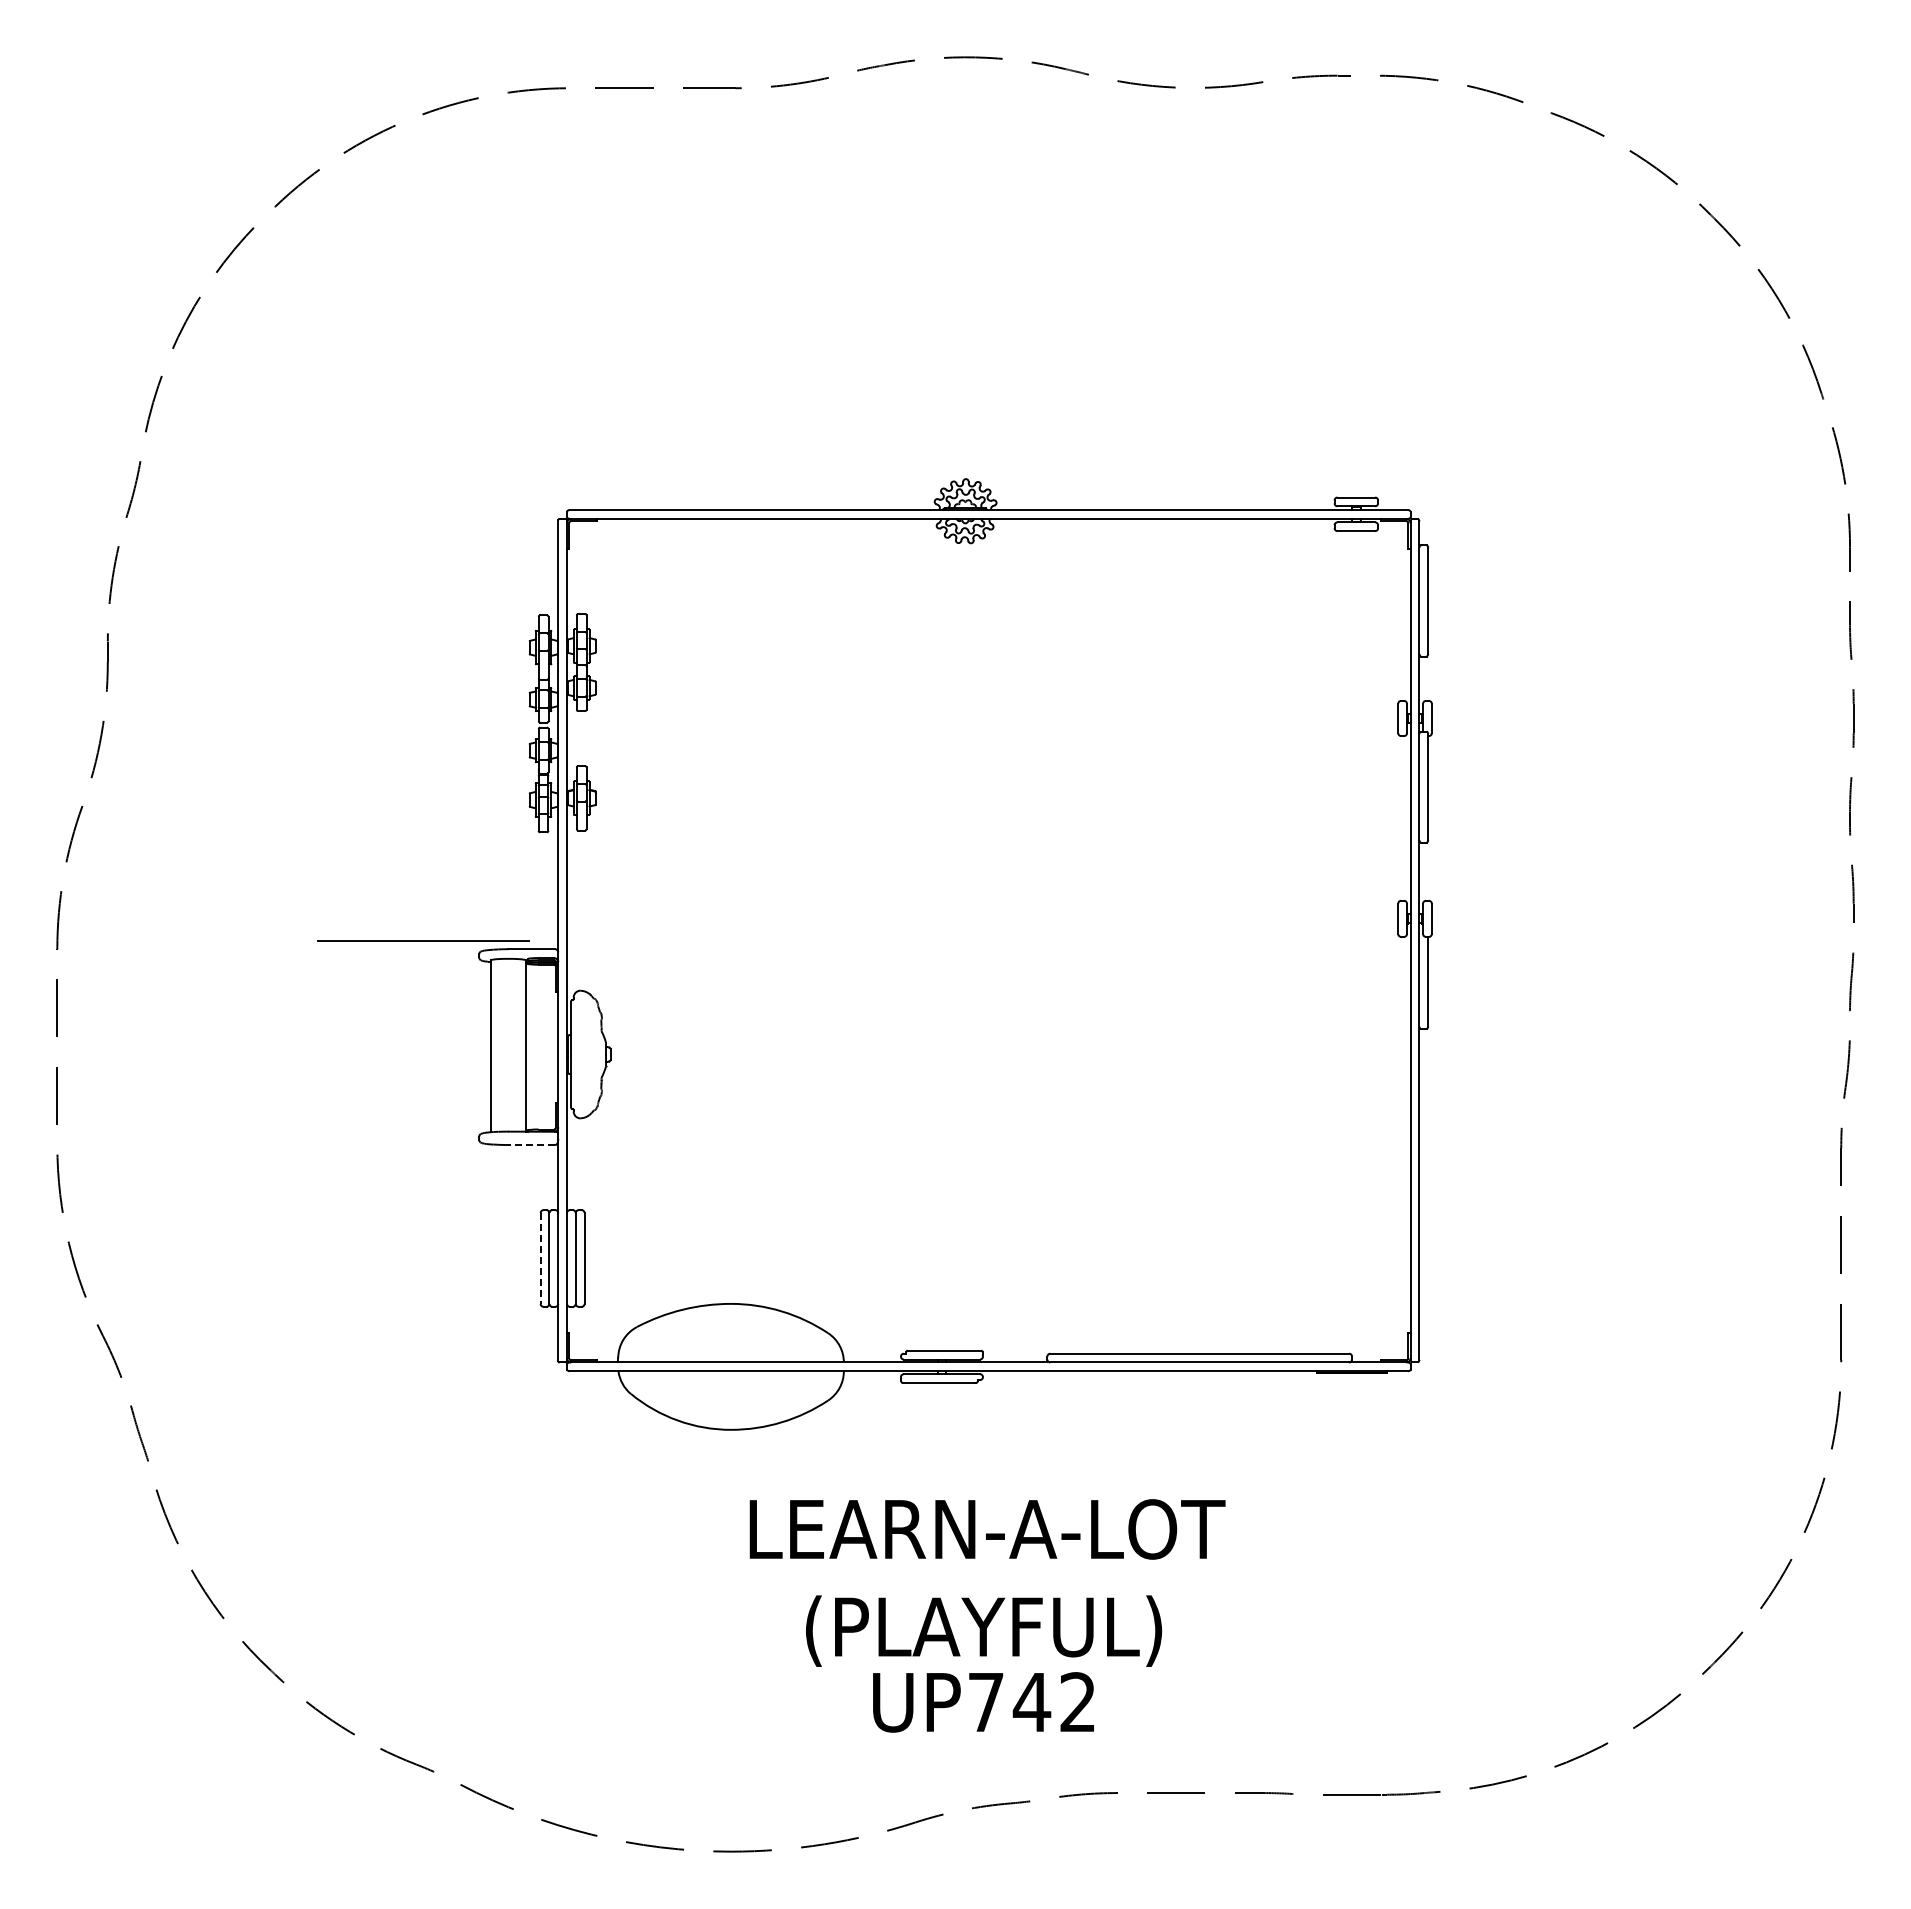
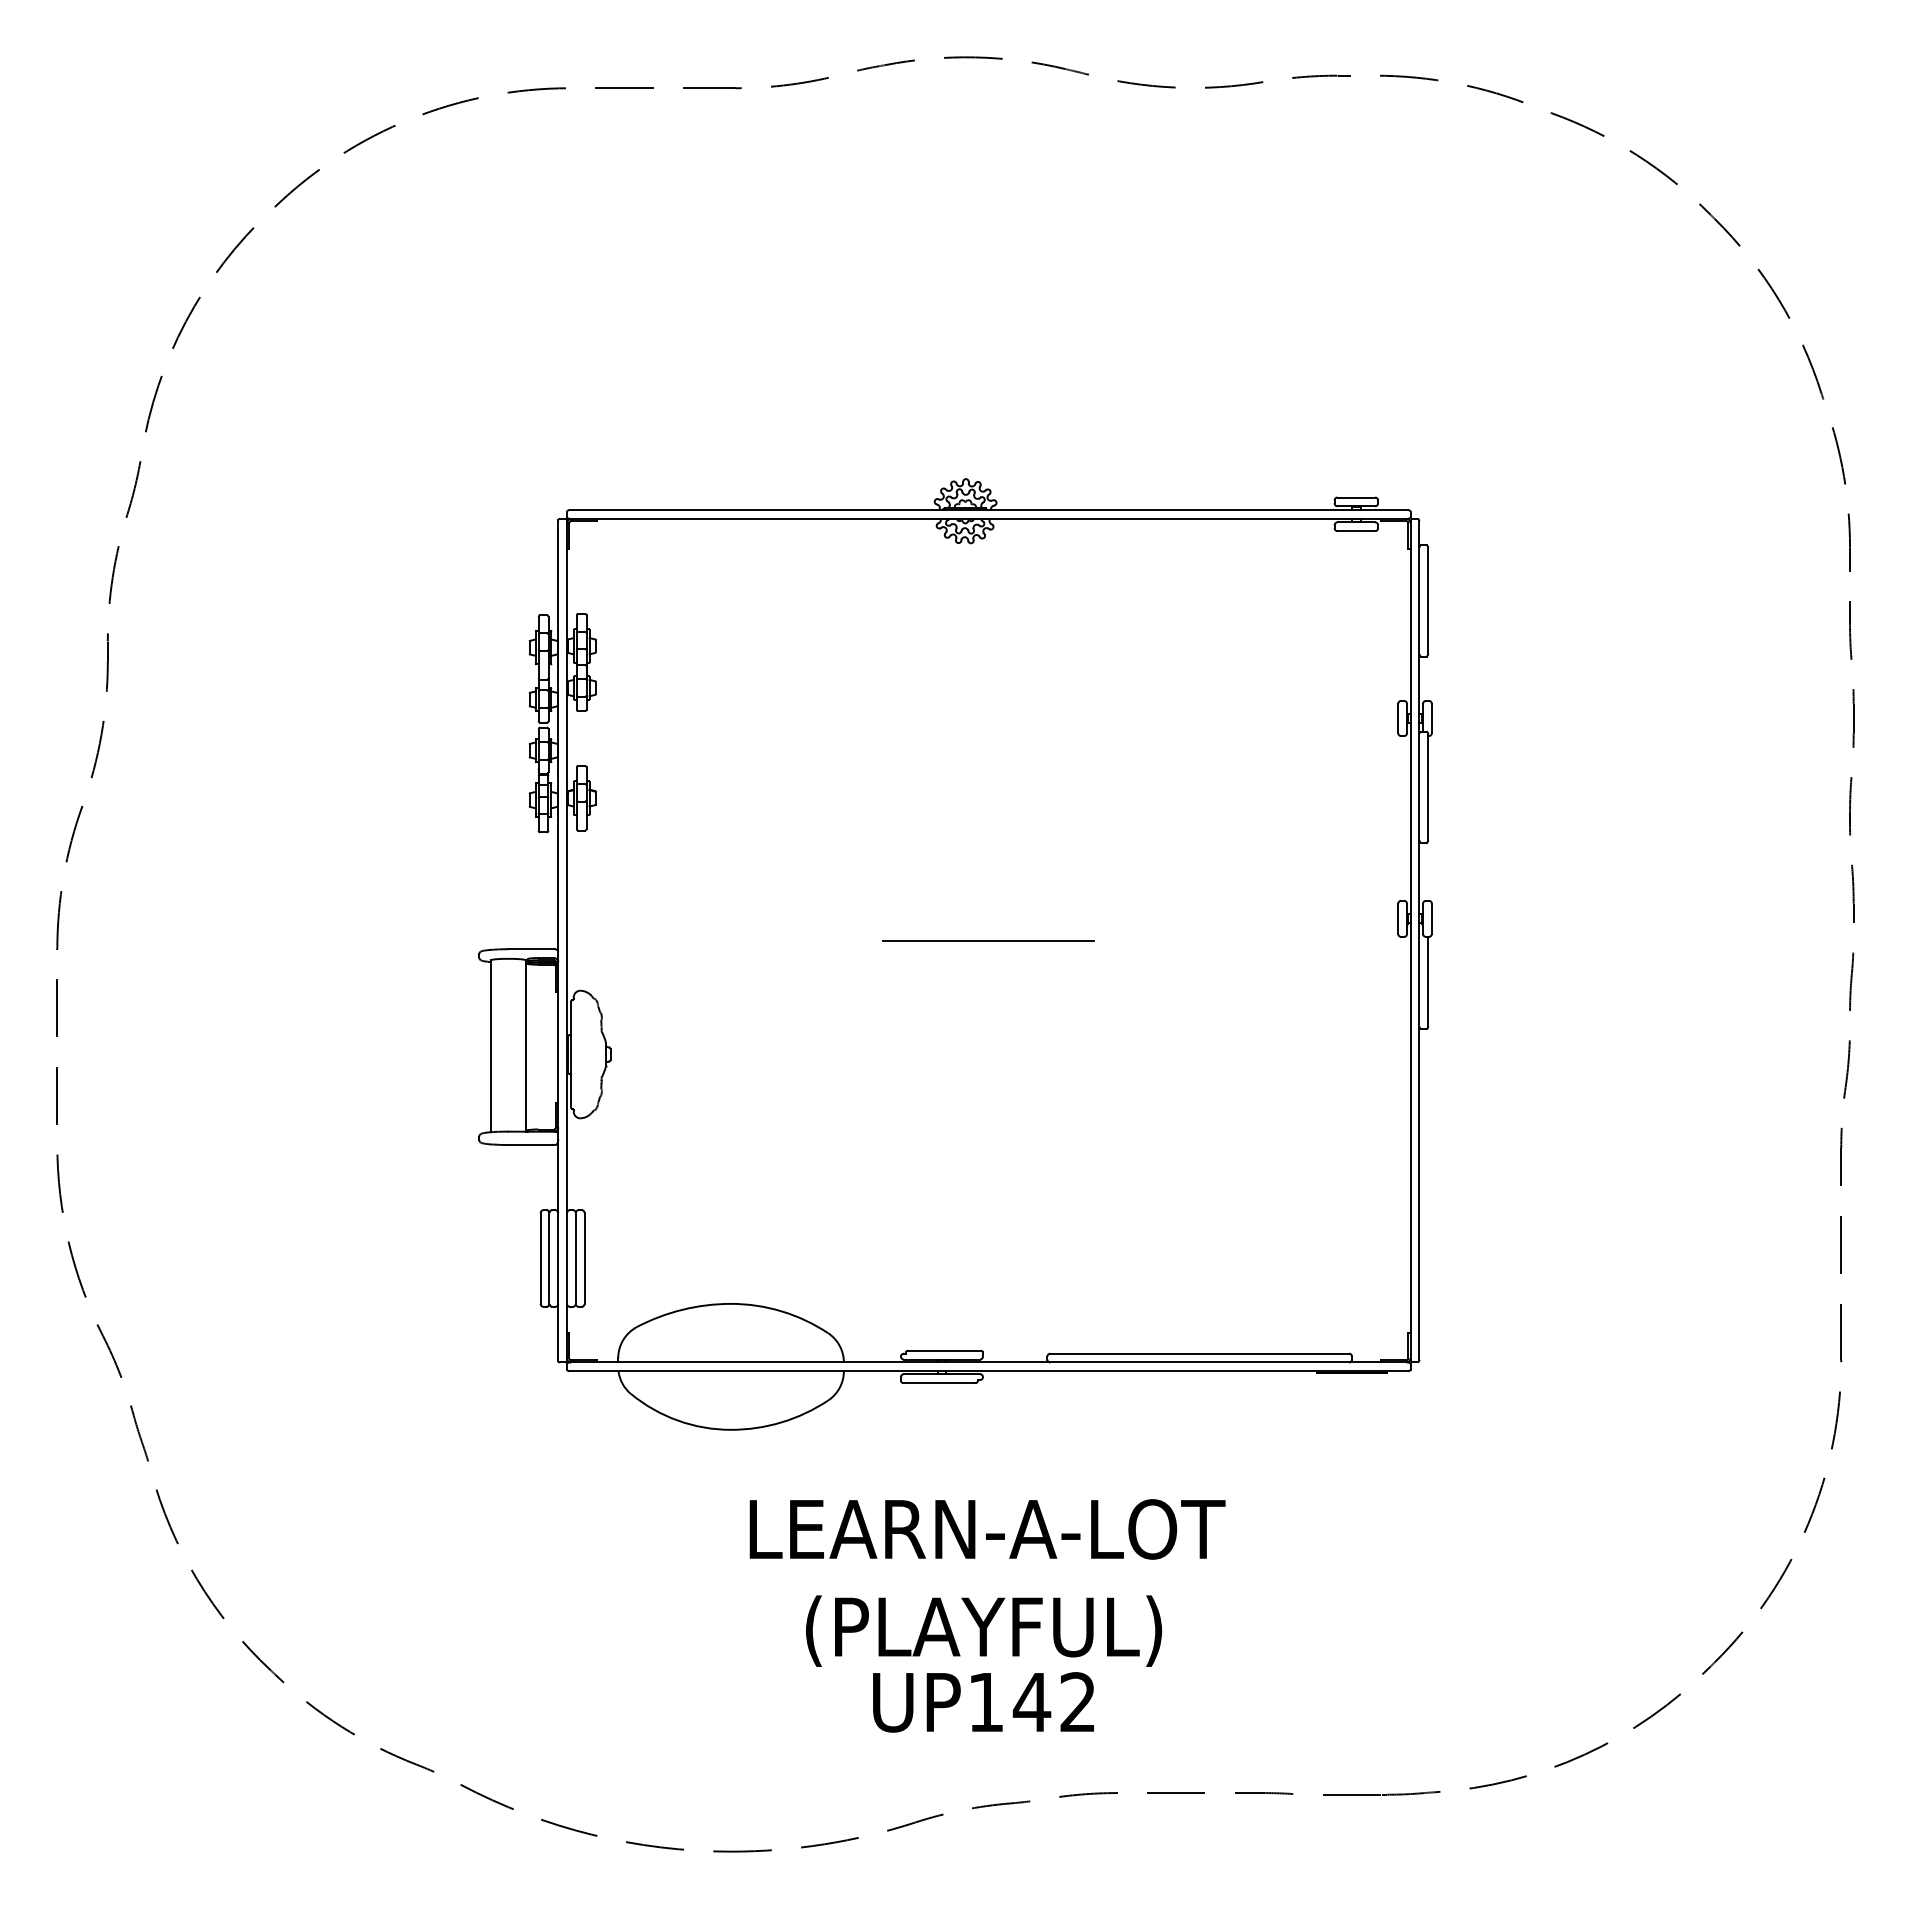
line at (423, 940) position: (423, 940) -> (988, 940)
line at (531, 1145): dashed -> solid
line at (540, 1258): dashed -> solid
text at (986, 1702): UP742 -> UP142
